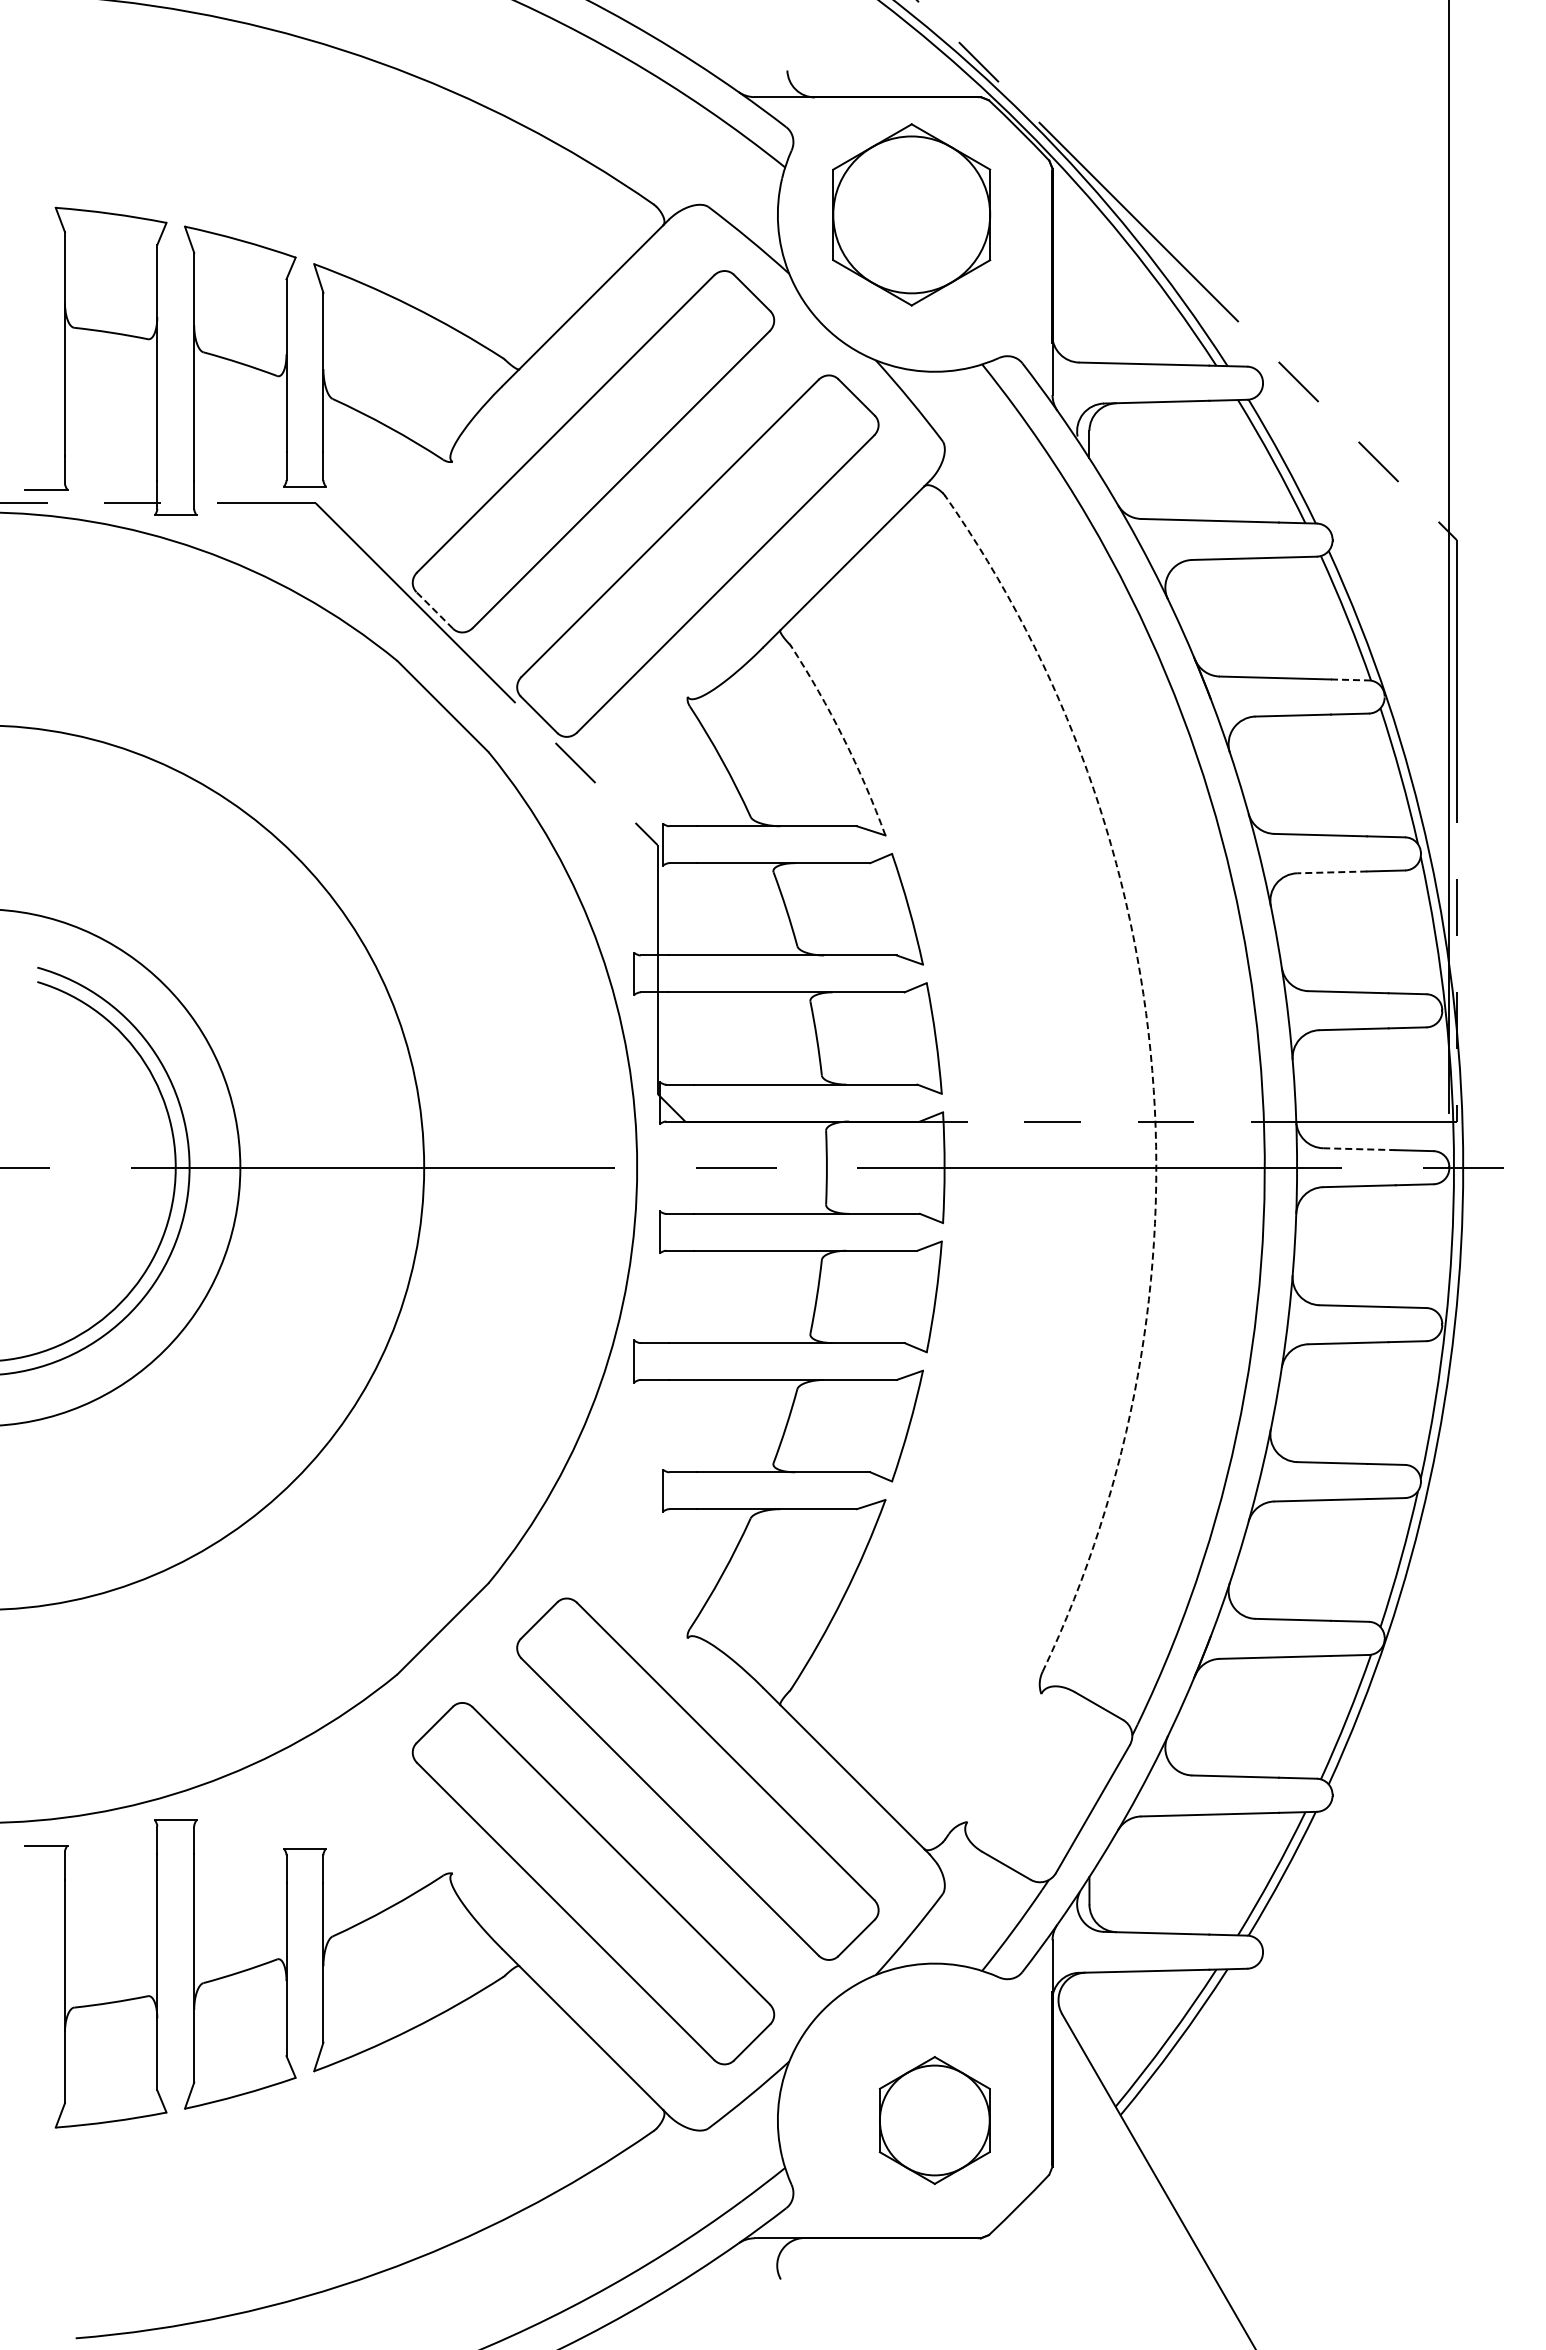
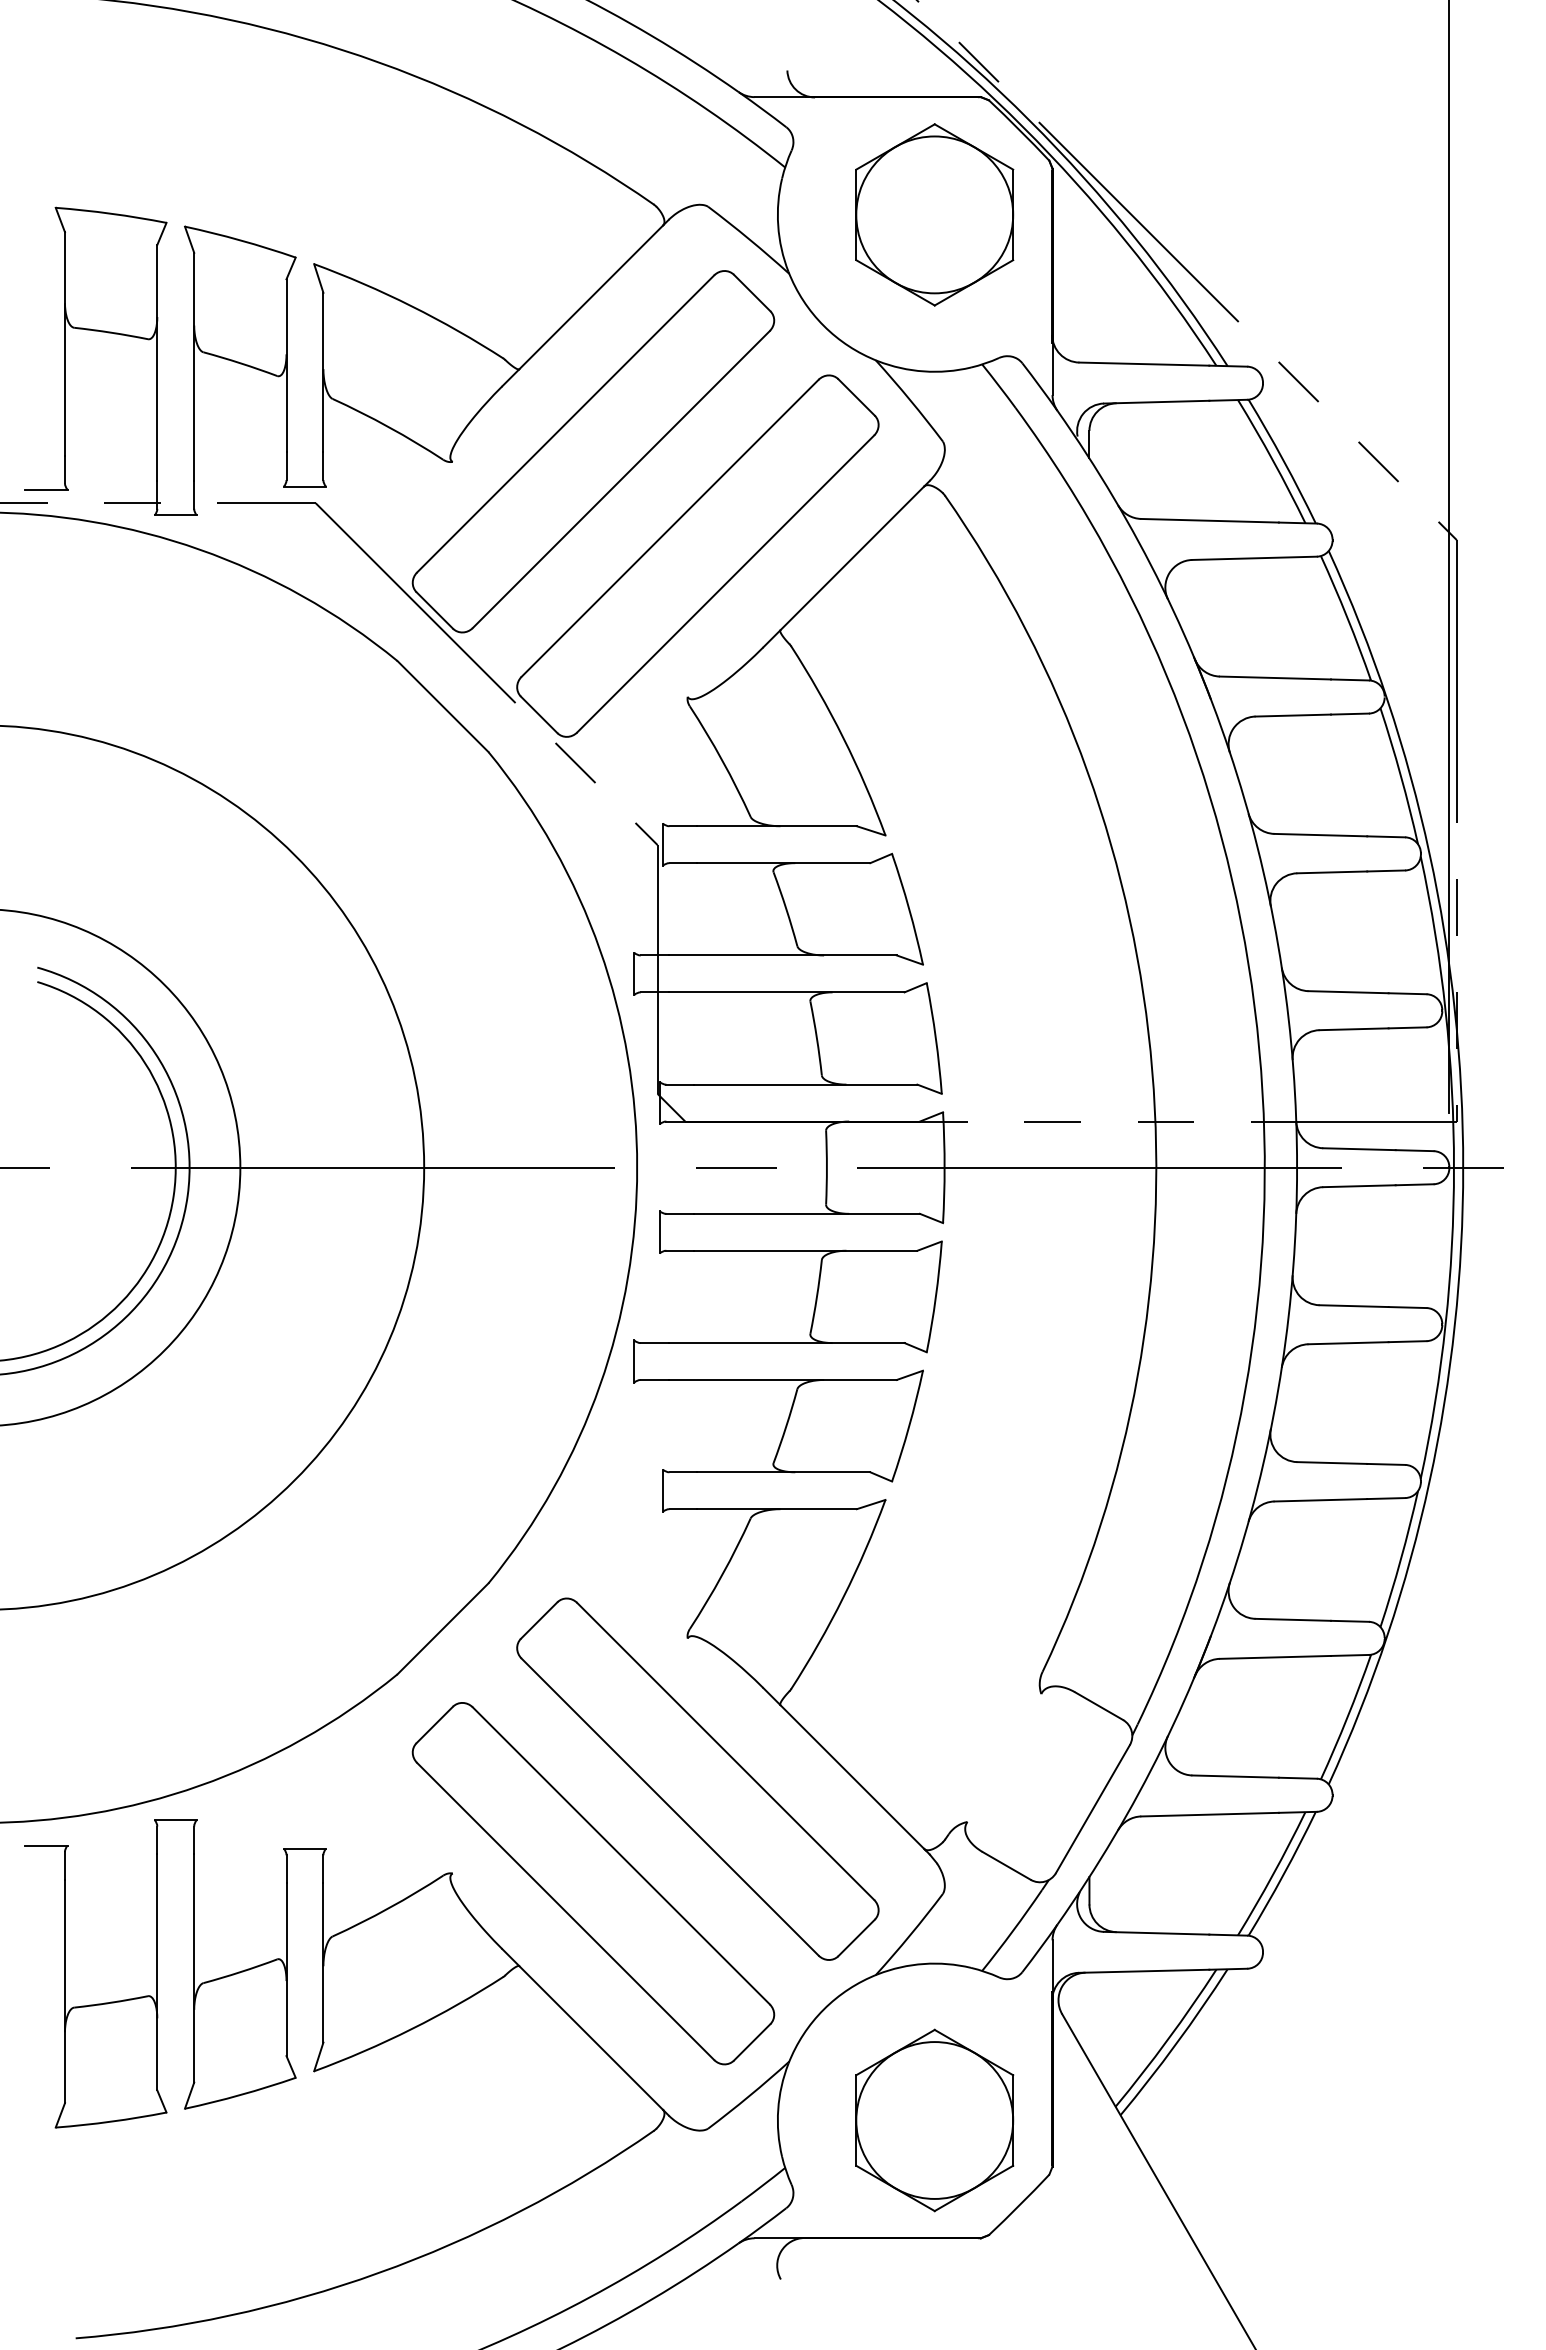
part at (911, 214) position: (911, 214) -> (934, 214)
line at (434, 610): dashed -> solid
line at (1349, 679): dashed -> solid
arc at (843, 738): dashed -> solid
line at (1332, 872): dashed -> solid
arc at (1152, 1070): dashed -> solid
line at (1359, 1149): dashed -> solid
part at (934, 2120) size: 113x129 px -> 160x185 px
